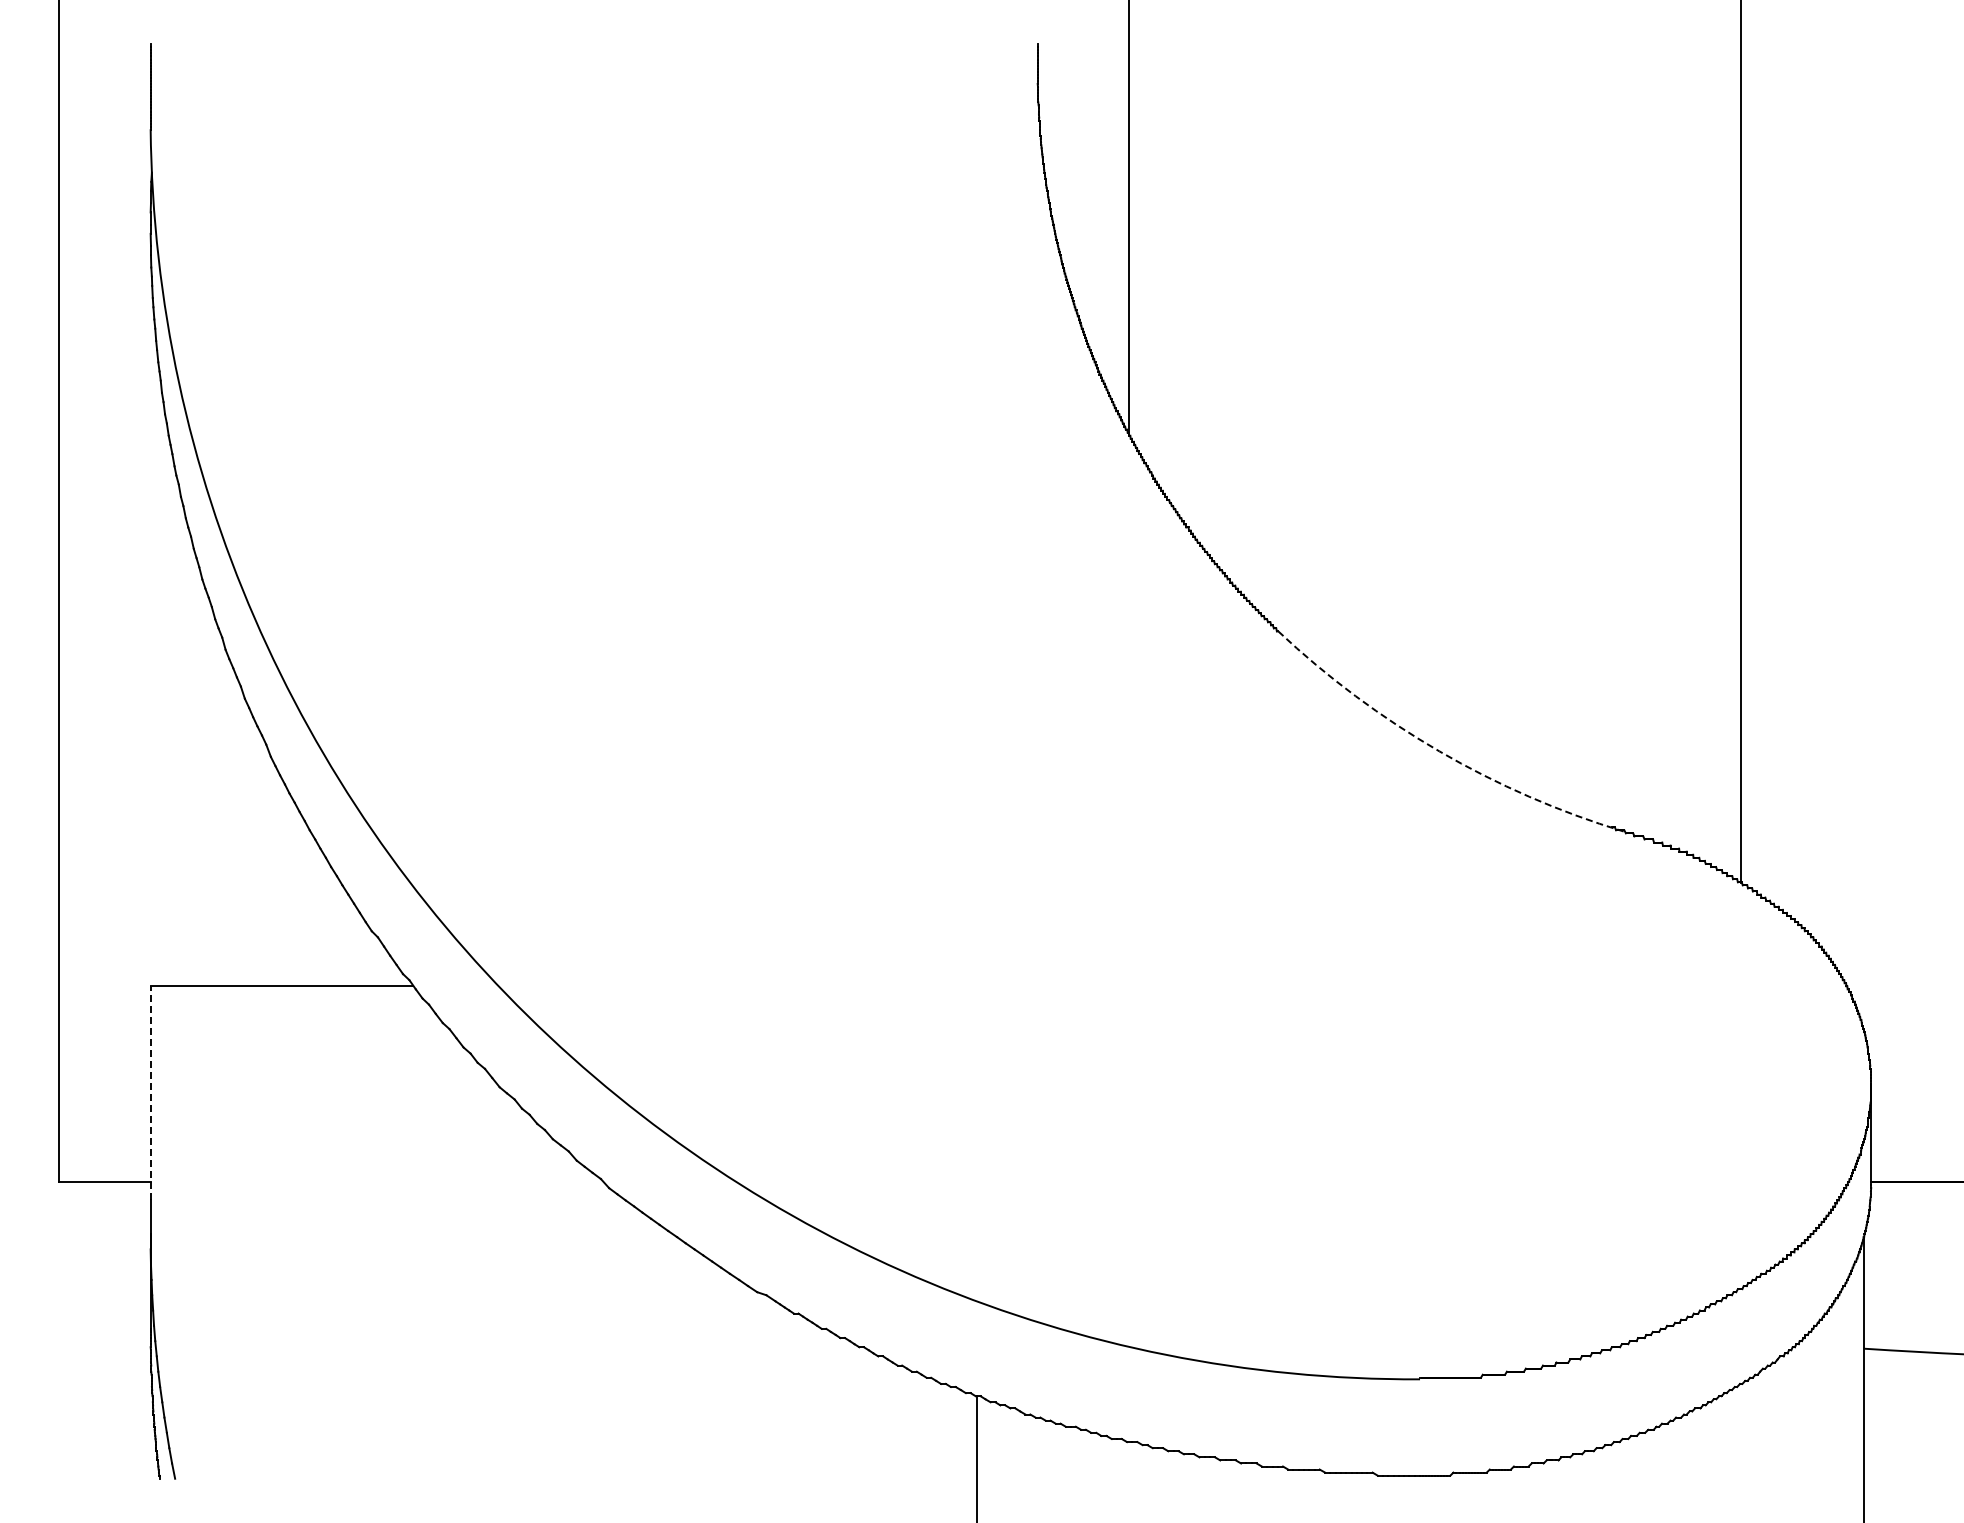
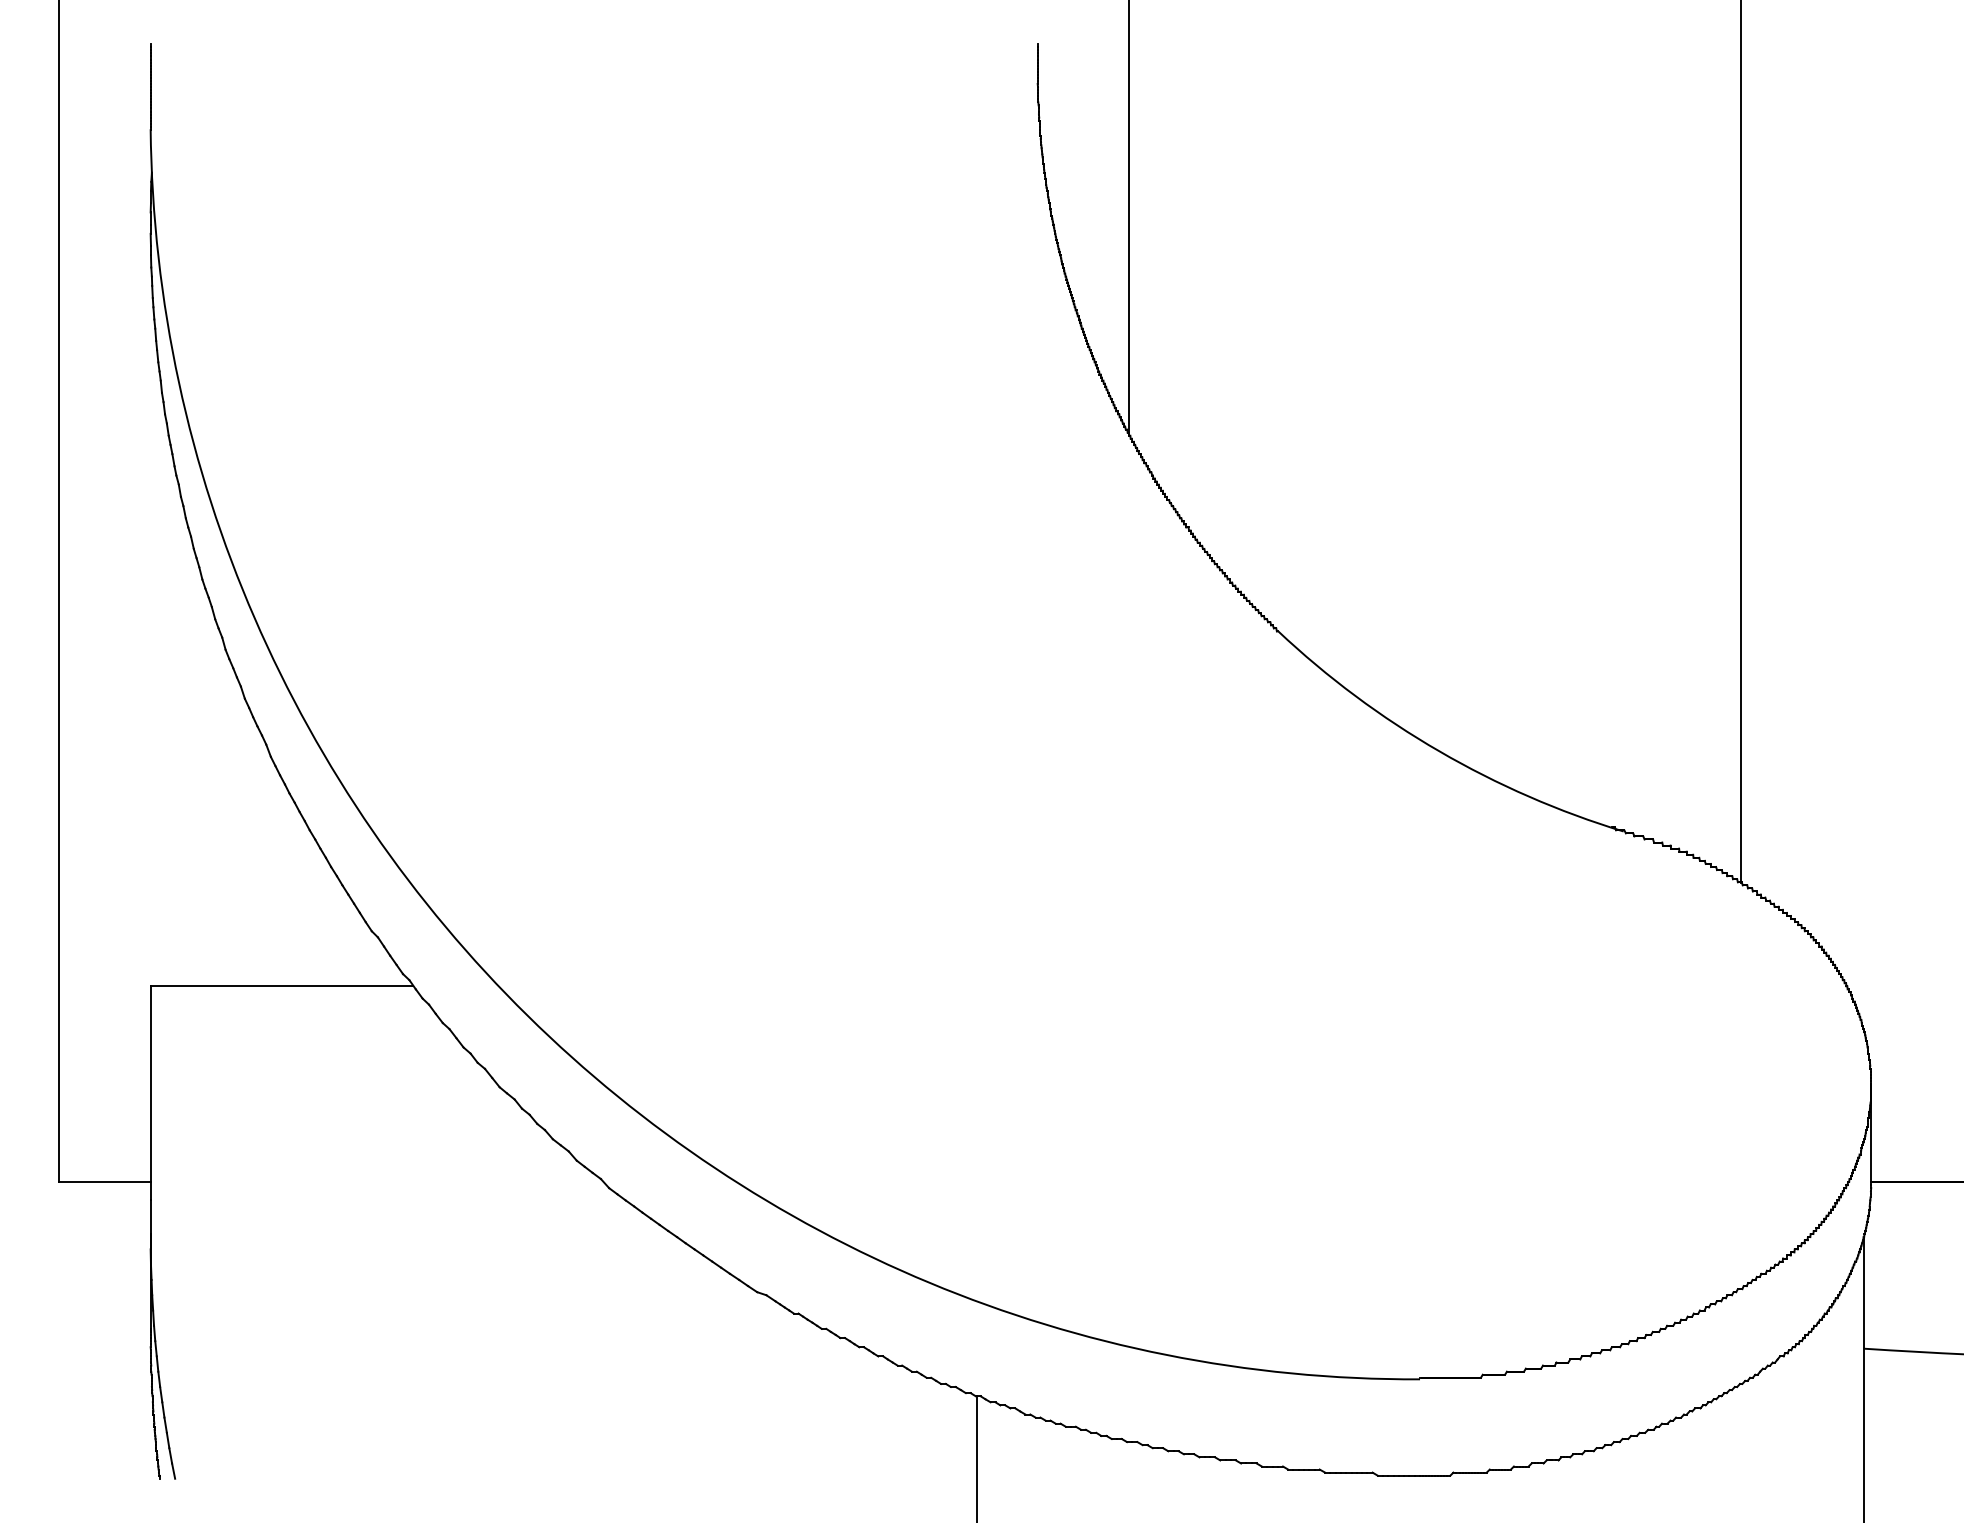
arc at (1439, 751): dashed -> solid
line at (150, 1092): dashed -> solid
